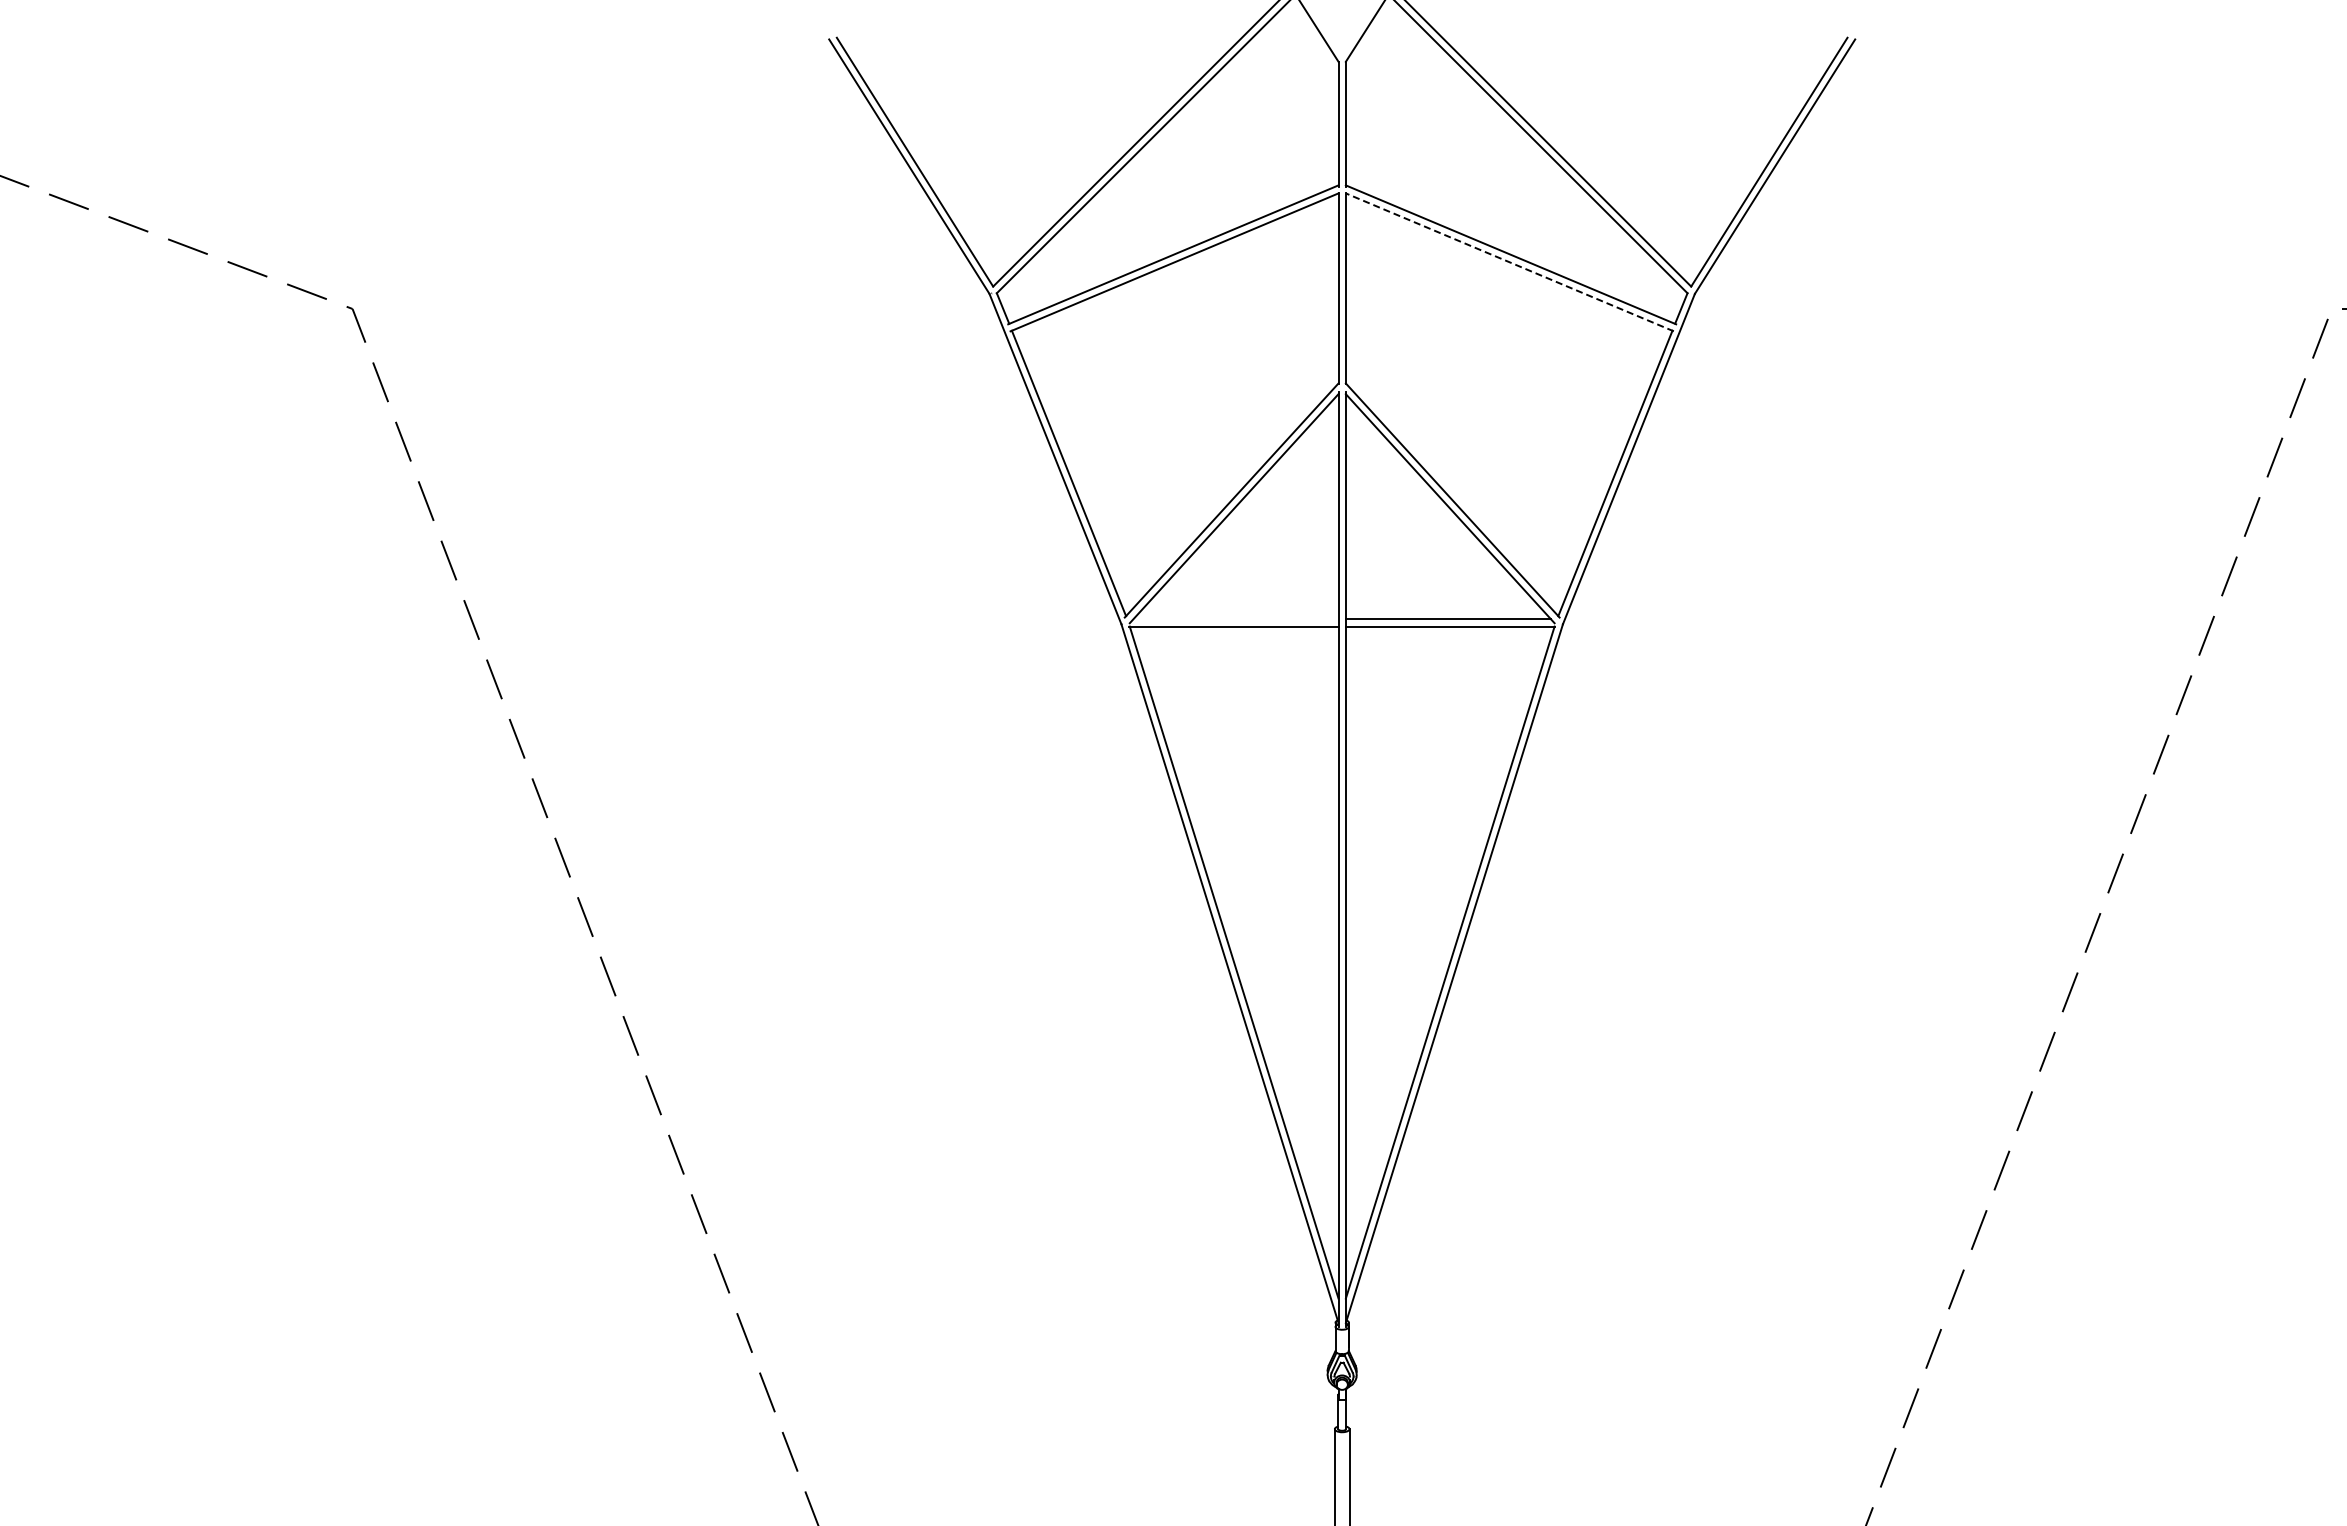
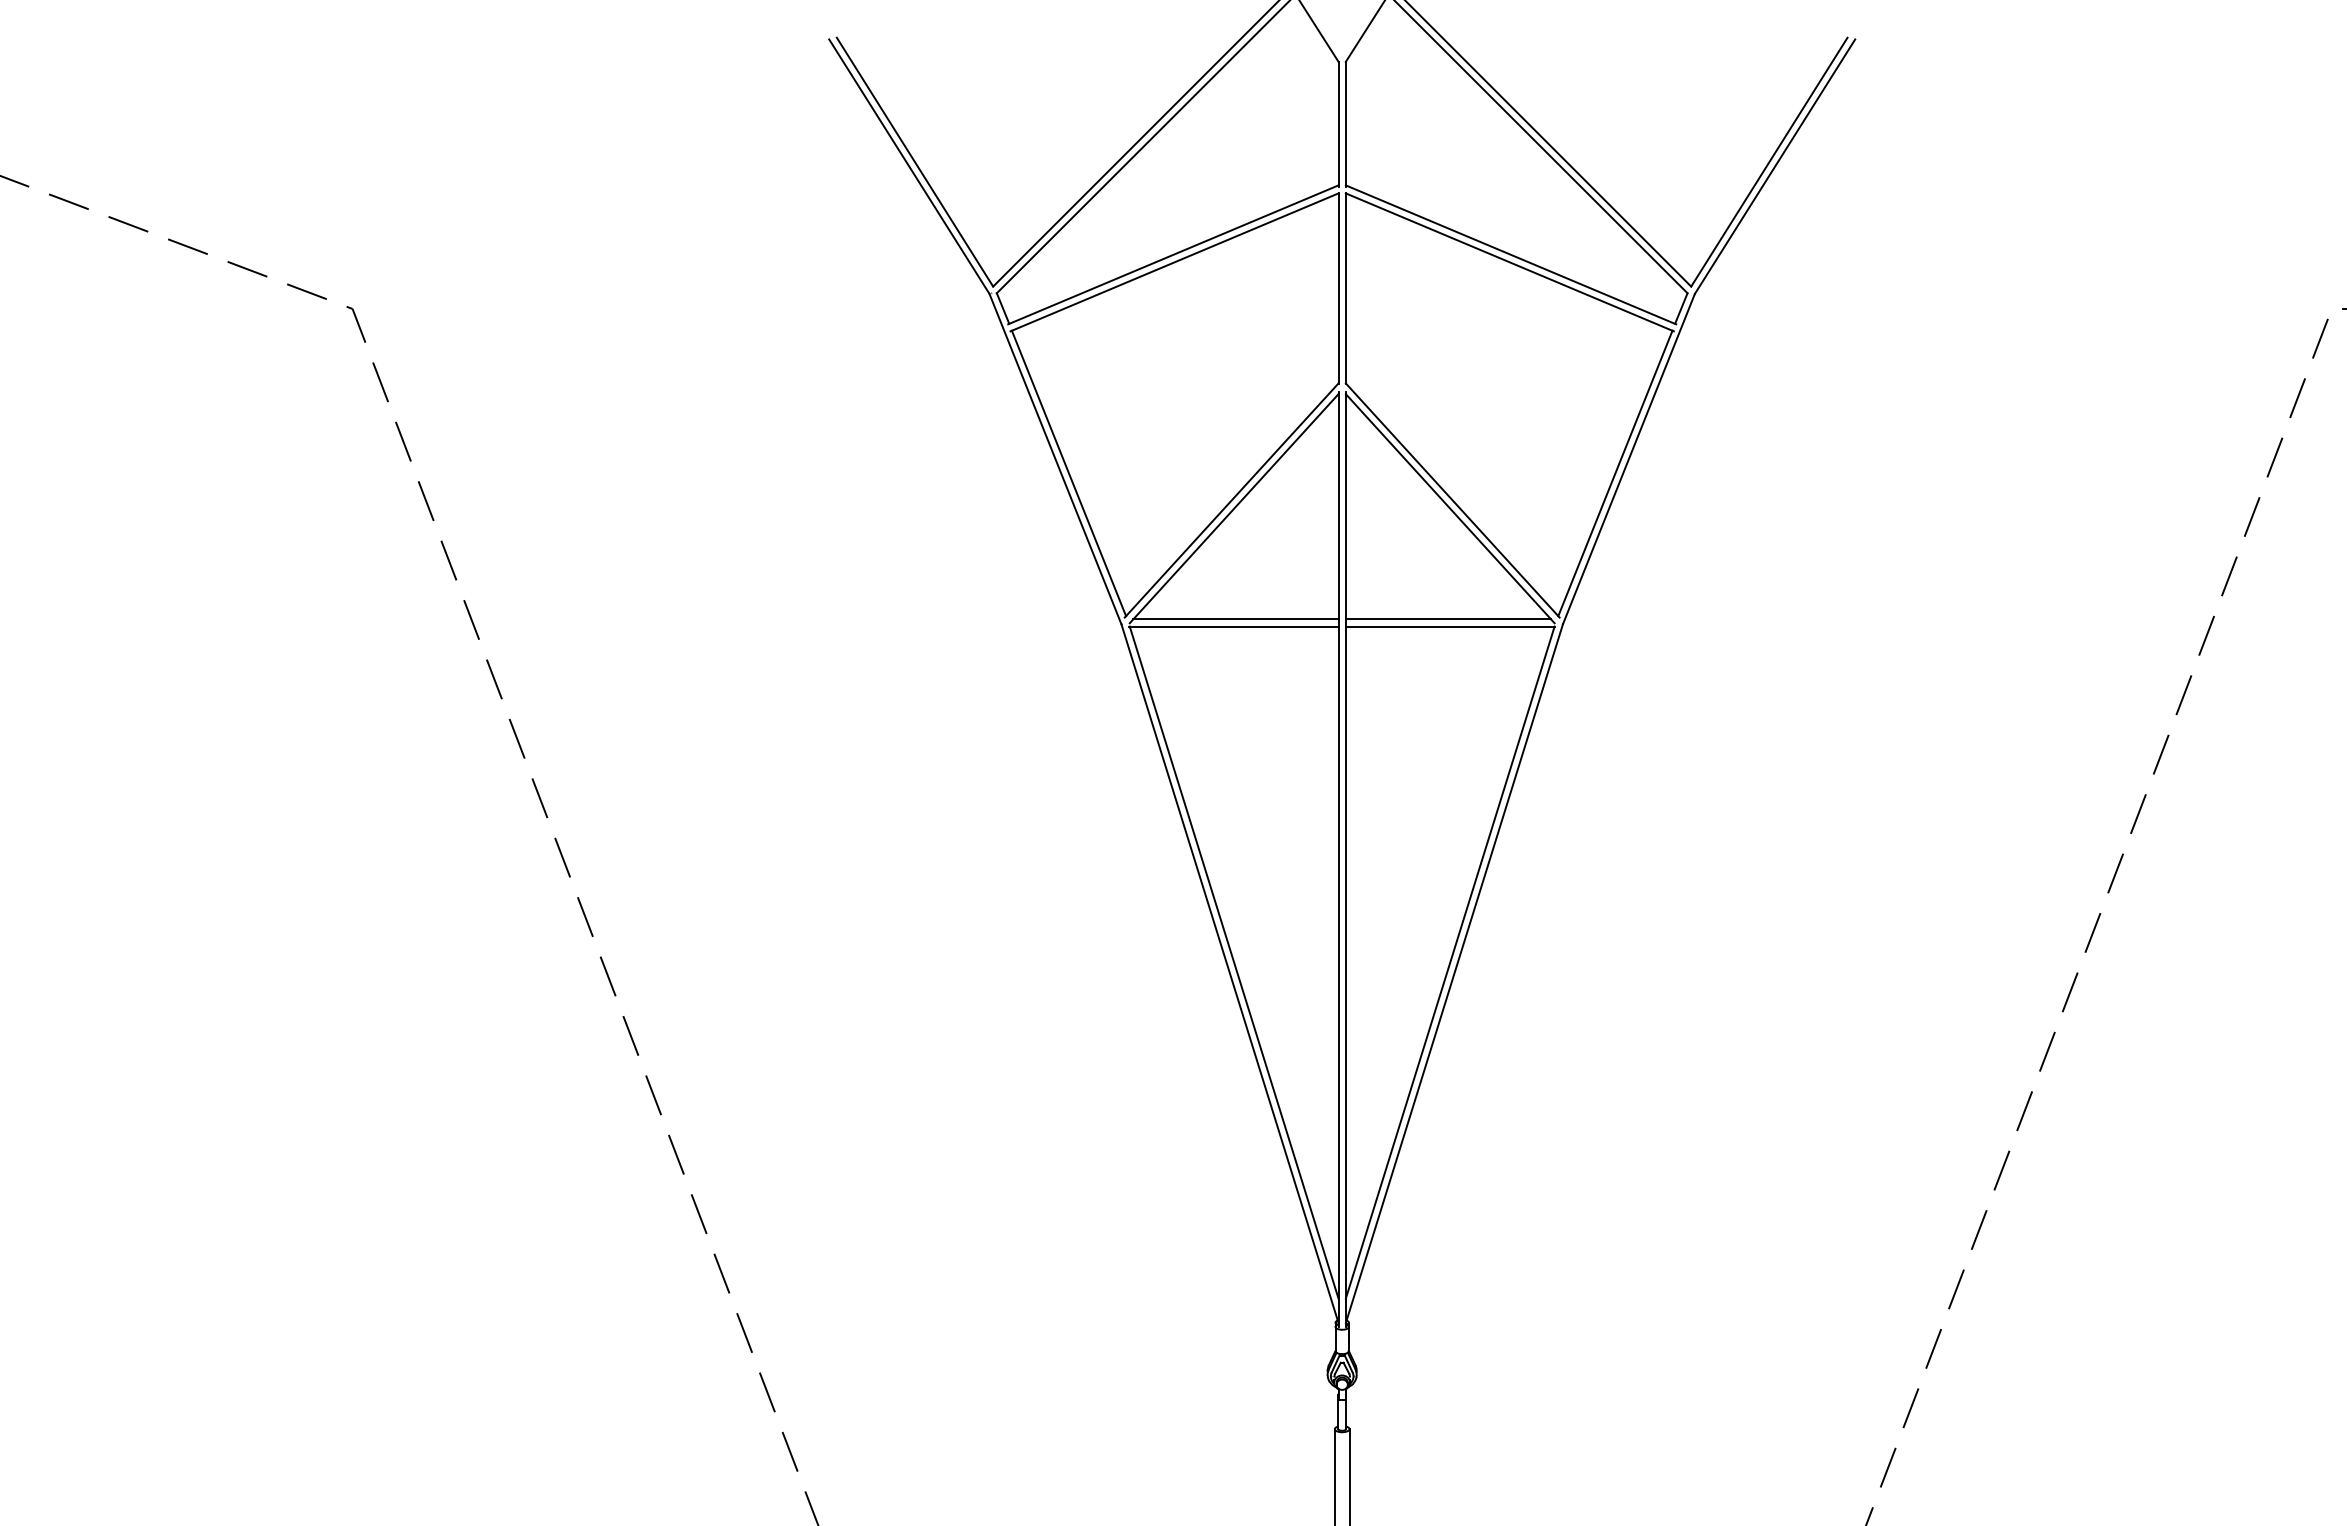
line at (1509, 262): dashed -> solid
line at (1235, 619): none -> present
